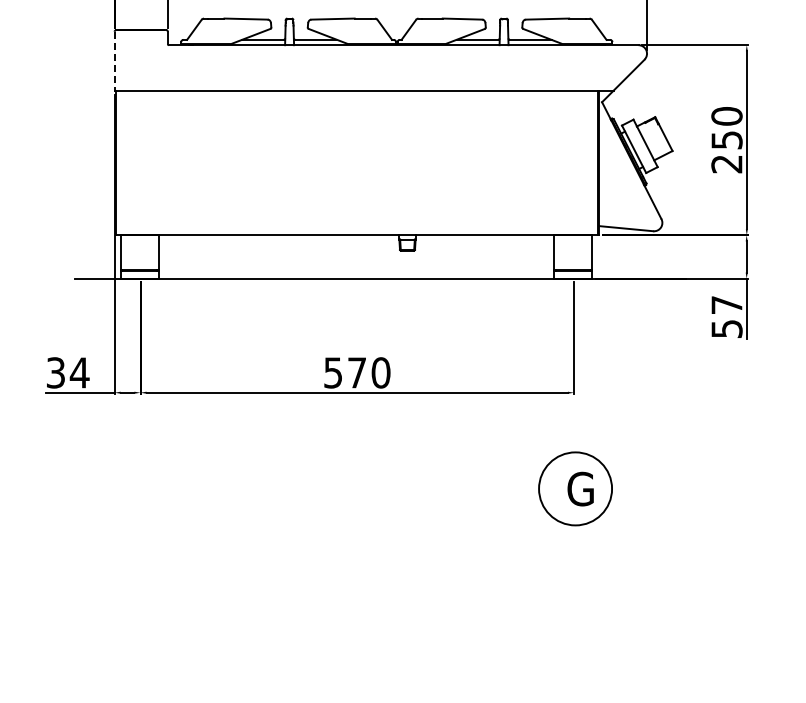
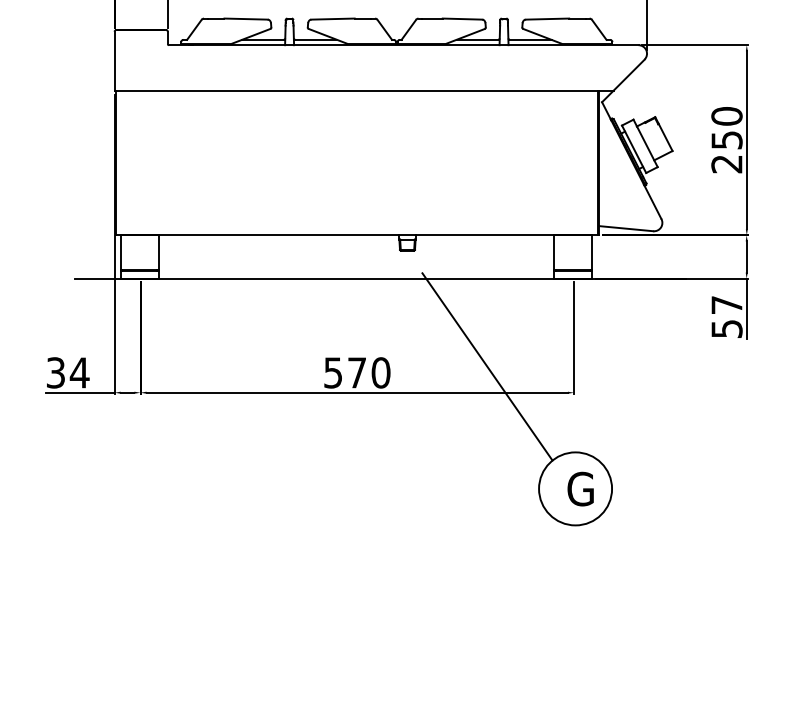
line at (114, 61): dashed -> solid
line at (487, 366): none -> present
